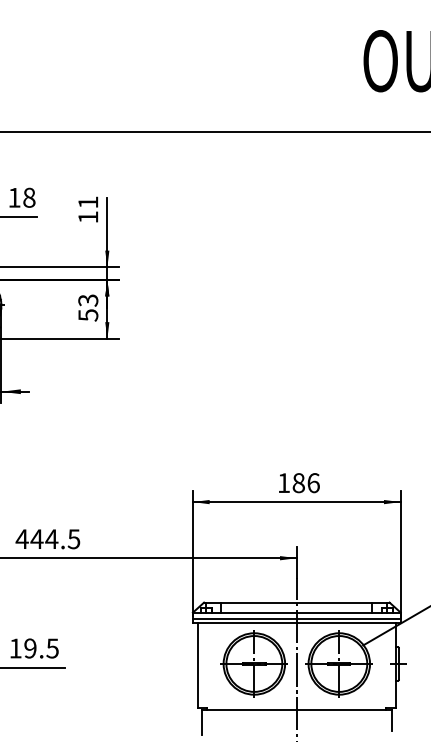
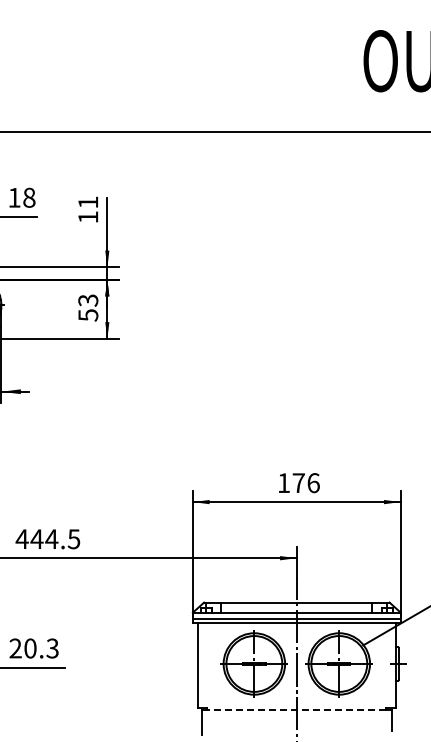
text at (298, 483): 186 -> 176
text at (33, 648): 19.5 -> 20.3
line at (296, 709): solid -> dashed
